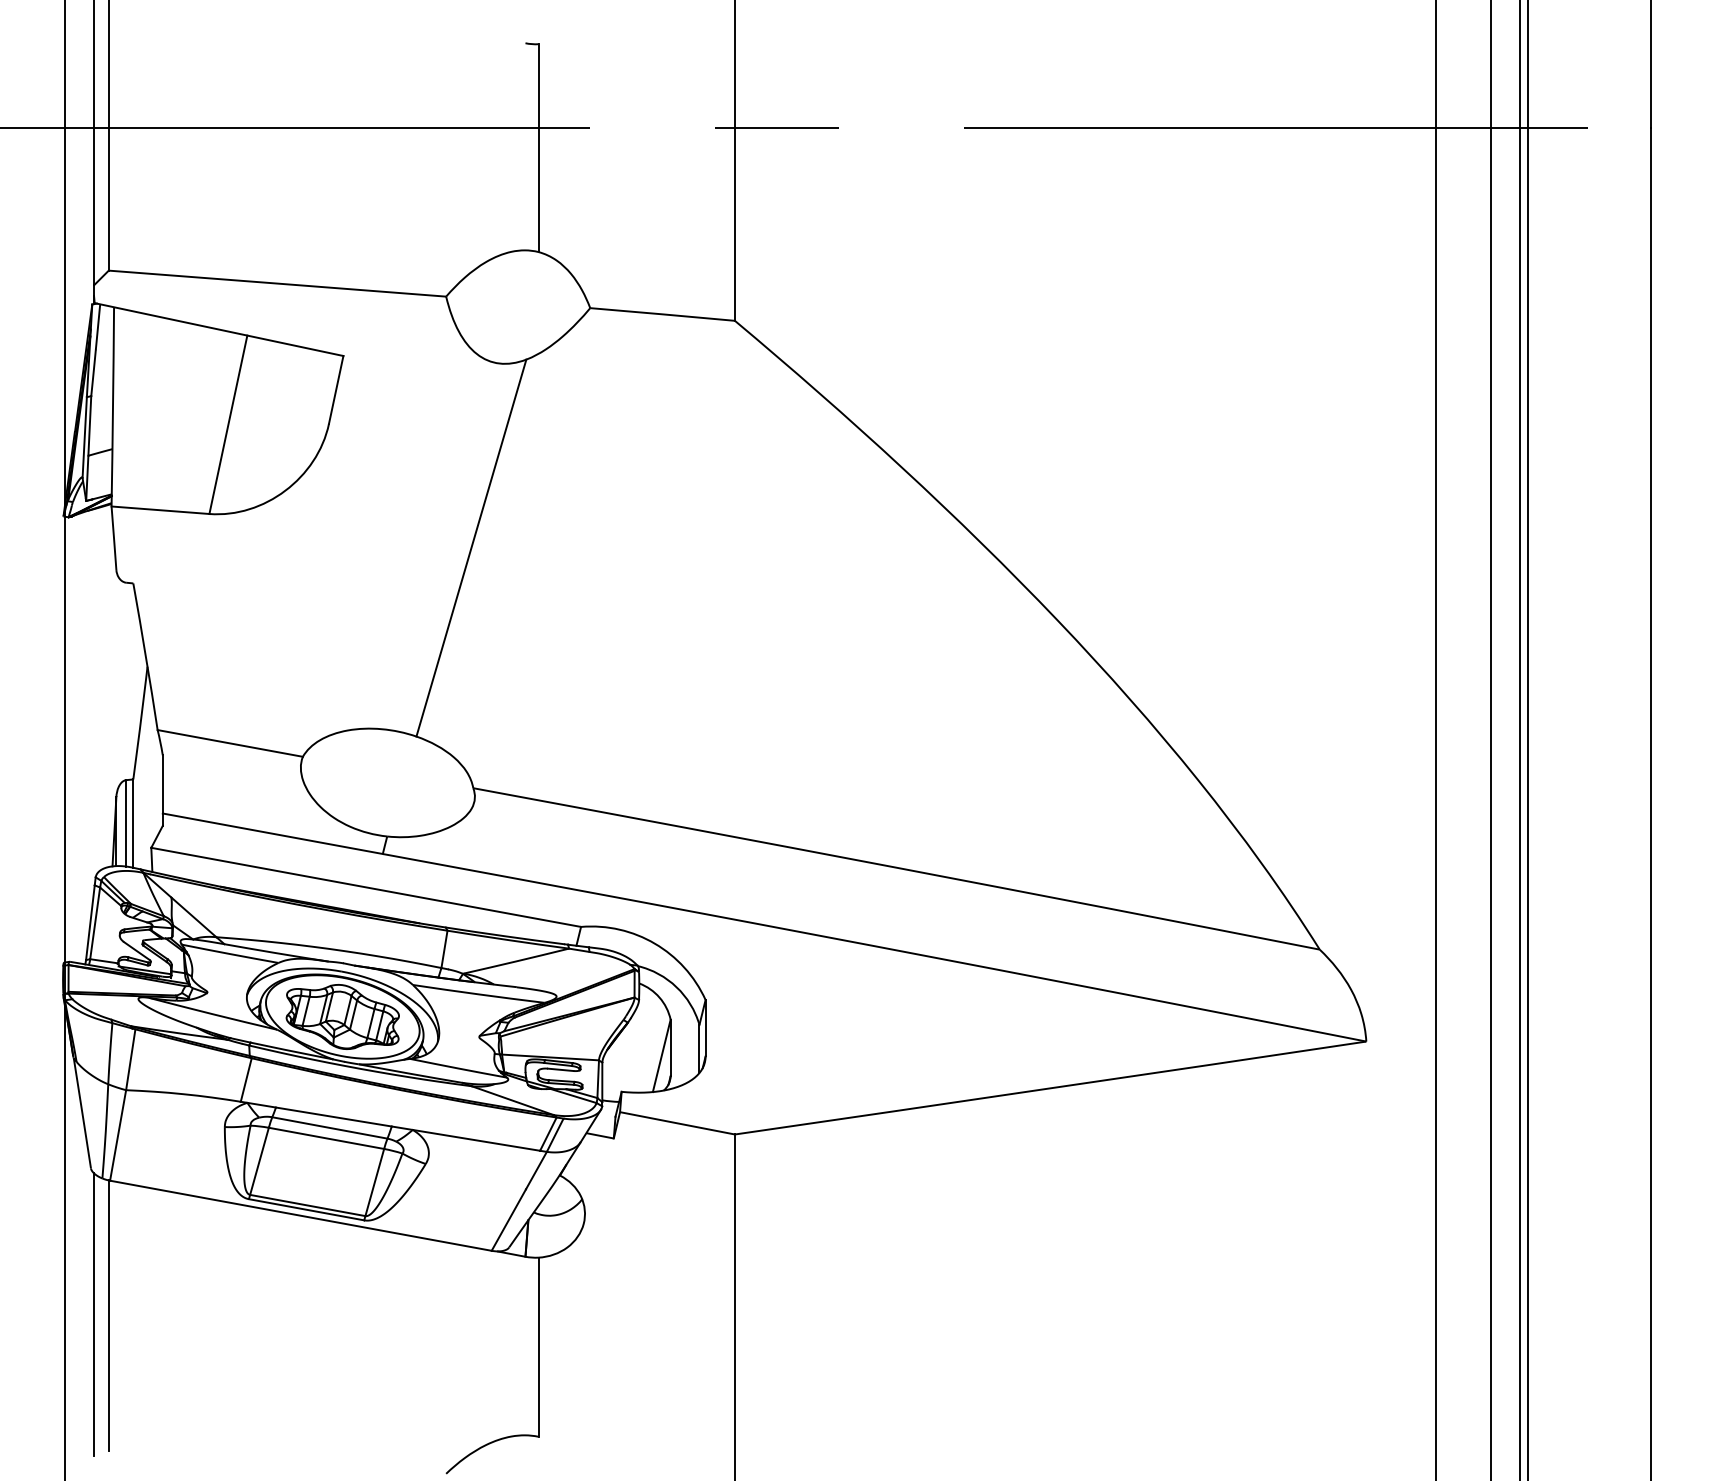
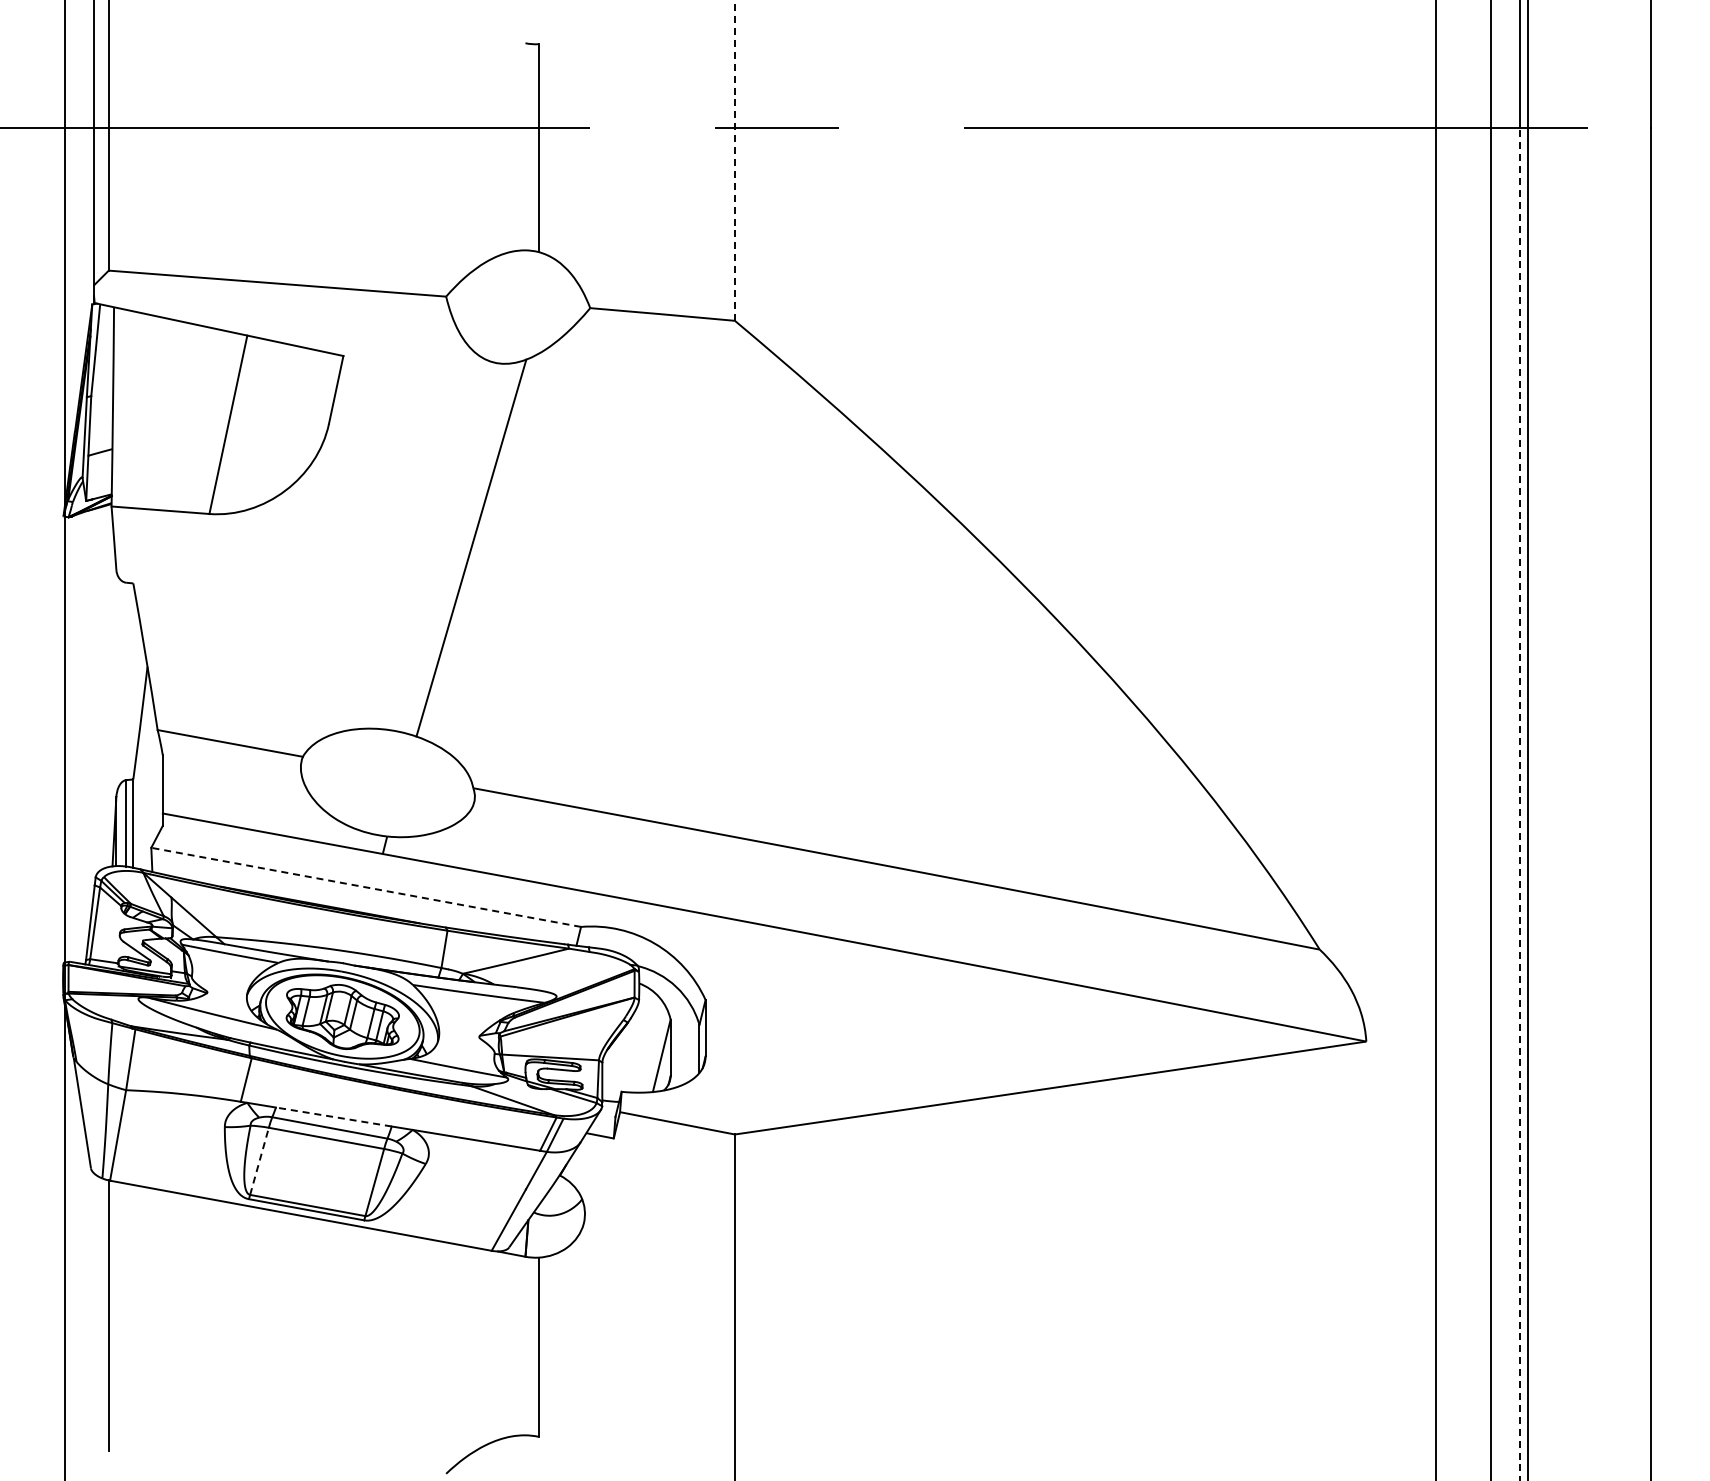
line at (734, 160): solid -> dashed
line at (1520, 803): solid -> dashed
line at (365, 887): solid -> dashed
line at (333, 1117): solid -> dashed
line at (259, 1161): solid -> dashed
line at (94, 1314): present -> none
